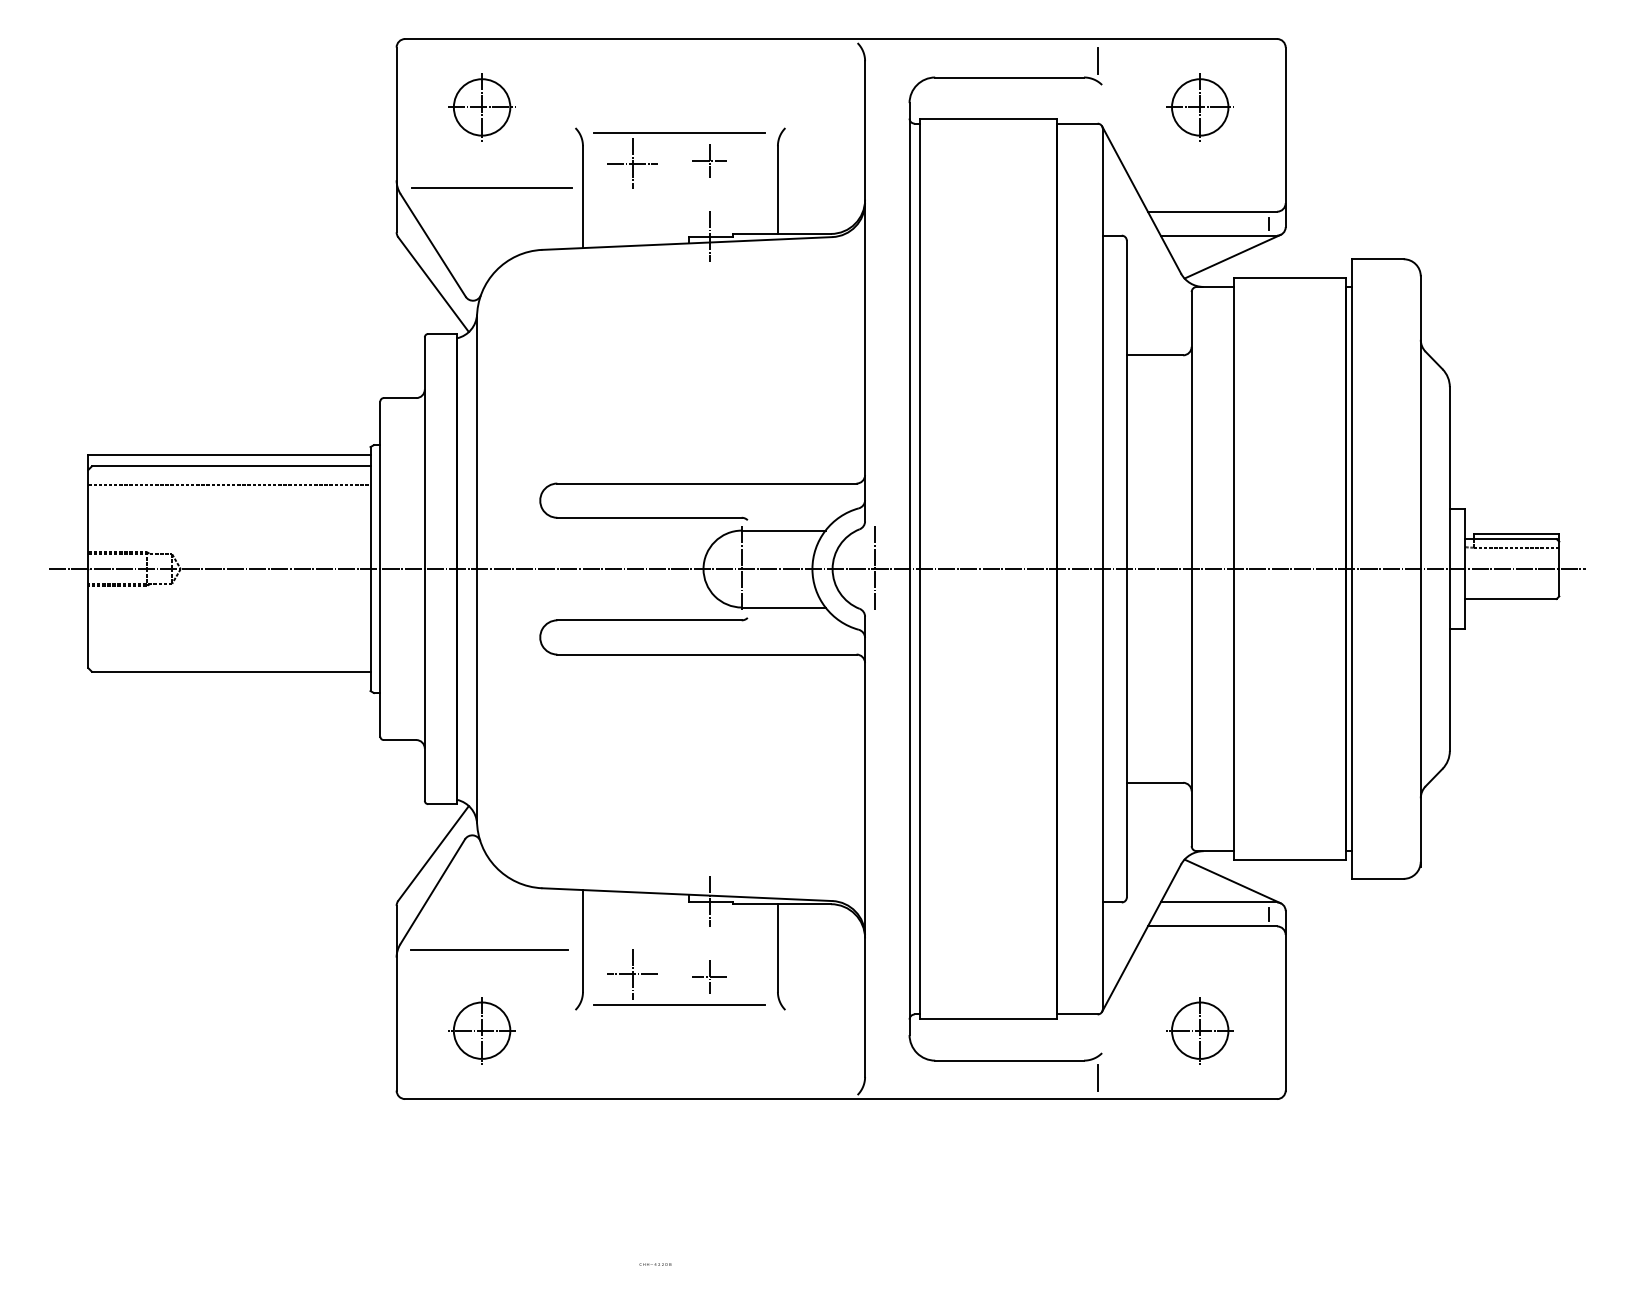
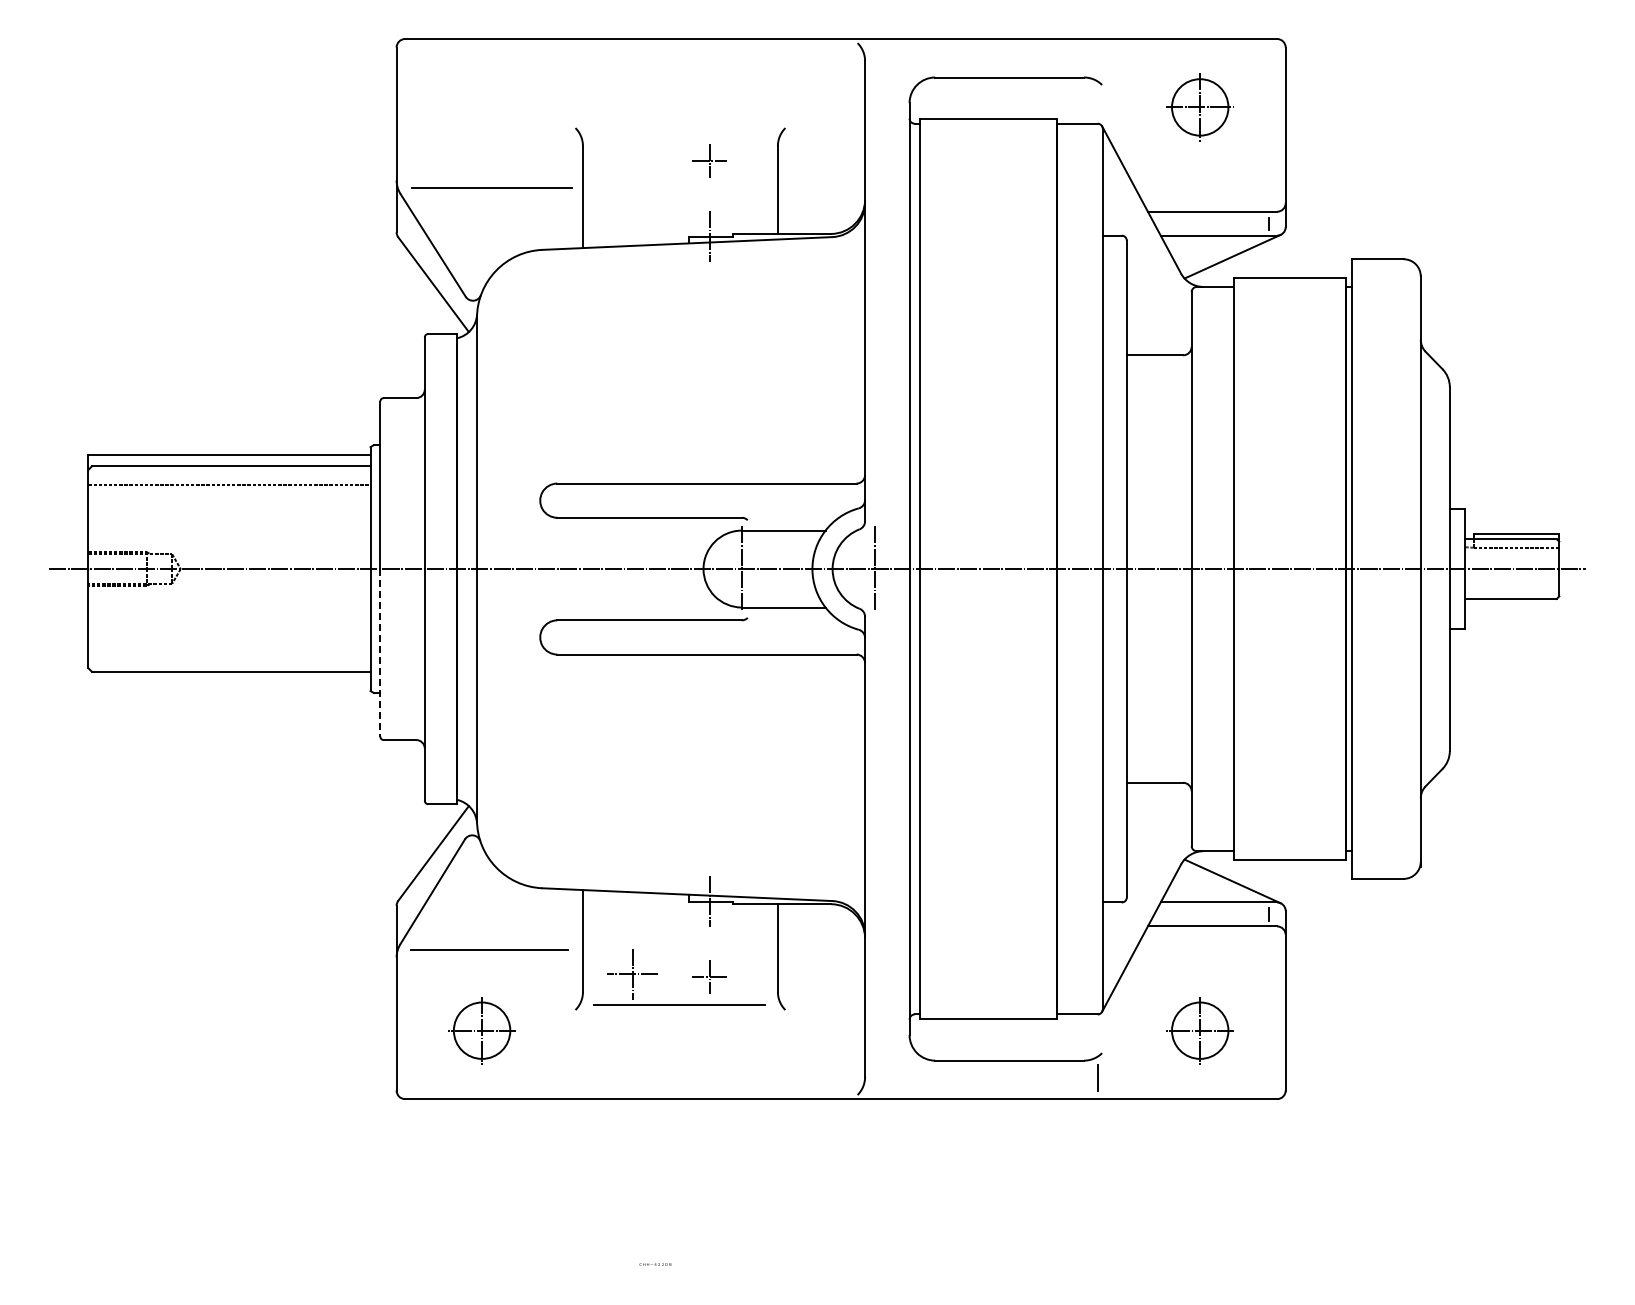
line at (1097, 60): present -> none
part at (481, 107): present -> none
part at (657, 163): present -> none
line at (380, 652): solid -> dashed
